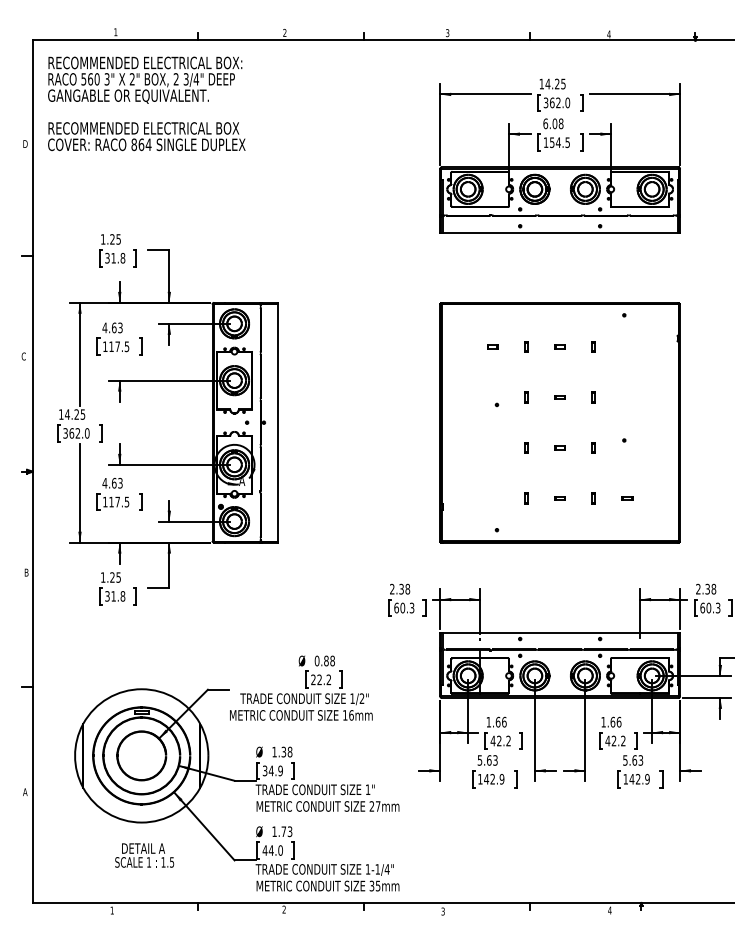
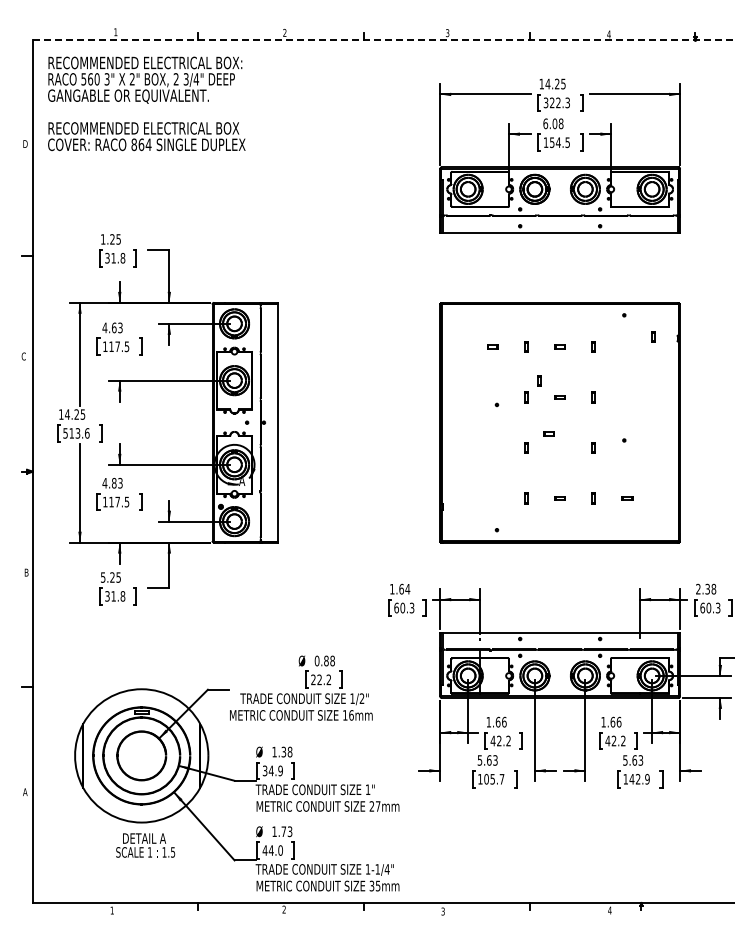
line at (383, 40): solid -> dashed
text at (560, 102): 362.0 -> 322.3
part at (653, 336): none -> present
part at (539, 380): none -> present
text at (76, 433): 362.0 -> 513.6
part at (559, 447) position: (559, 447) -> (548, 433)
text at (113, 483): 4.63 -> 4.83
text at (103, 577): 1.25 -> 5.25
text at (400, 588): 2.38 -> 1.64
text at (494, 778): 142.9 -> 105.7
text at (144, 855) position: (144, 855) -> (145, 845)
